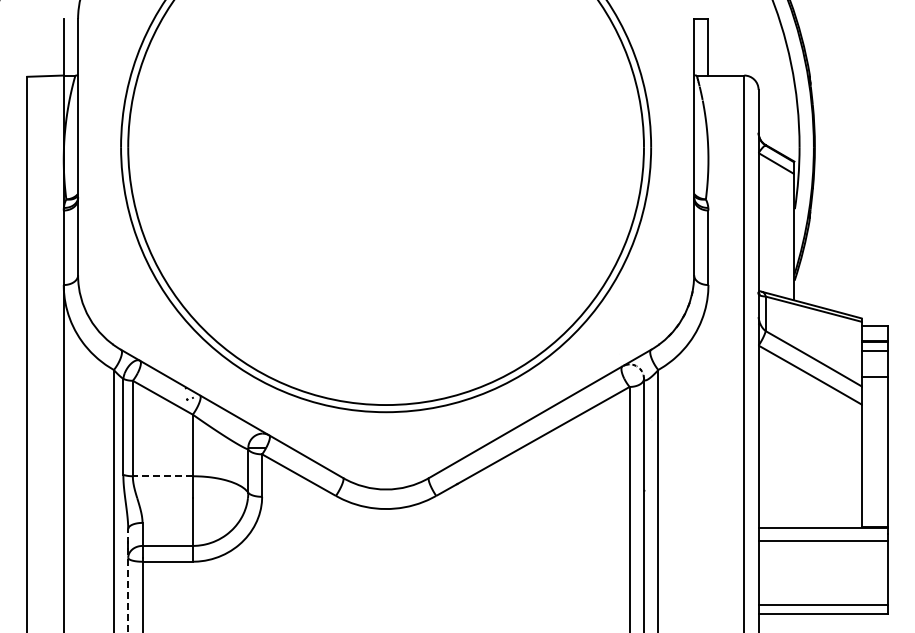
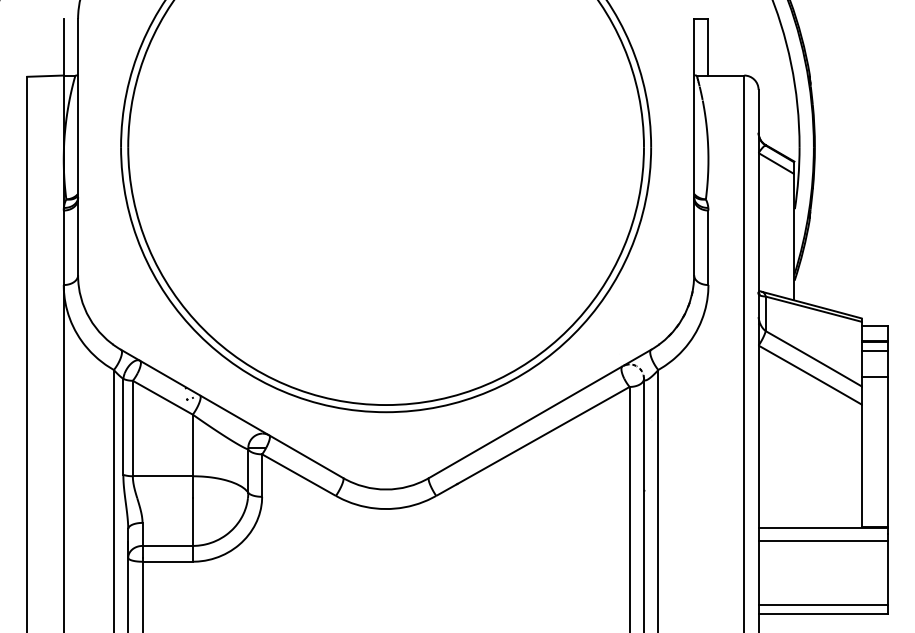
line at (162, 476): dashed -> solid
line at (128, 580): dashed -> solid
